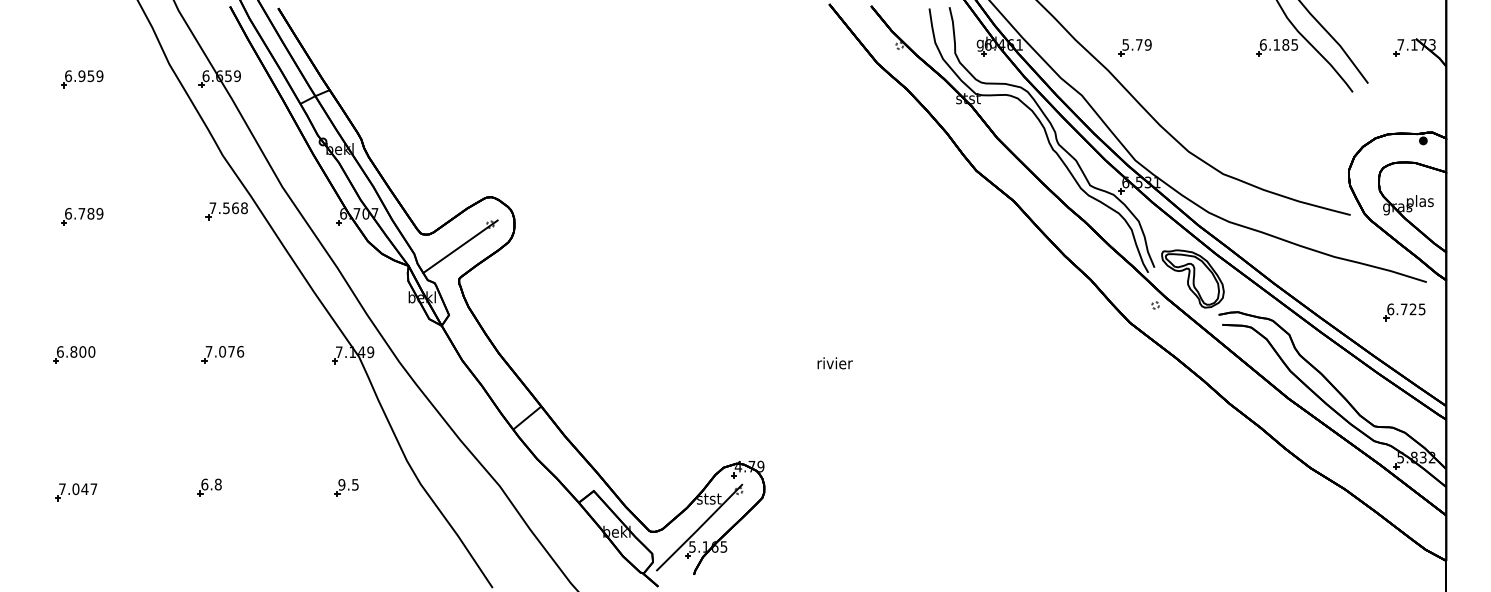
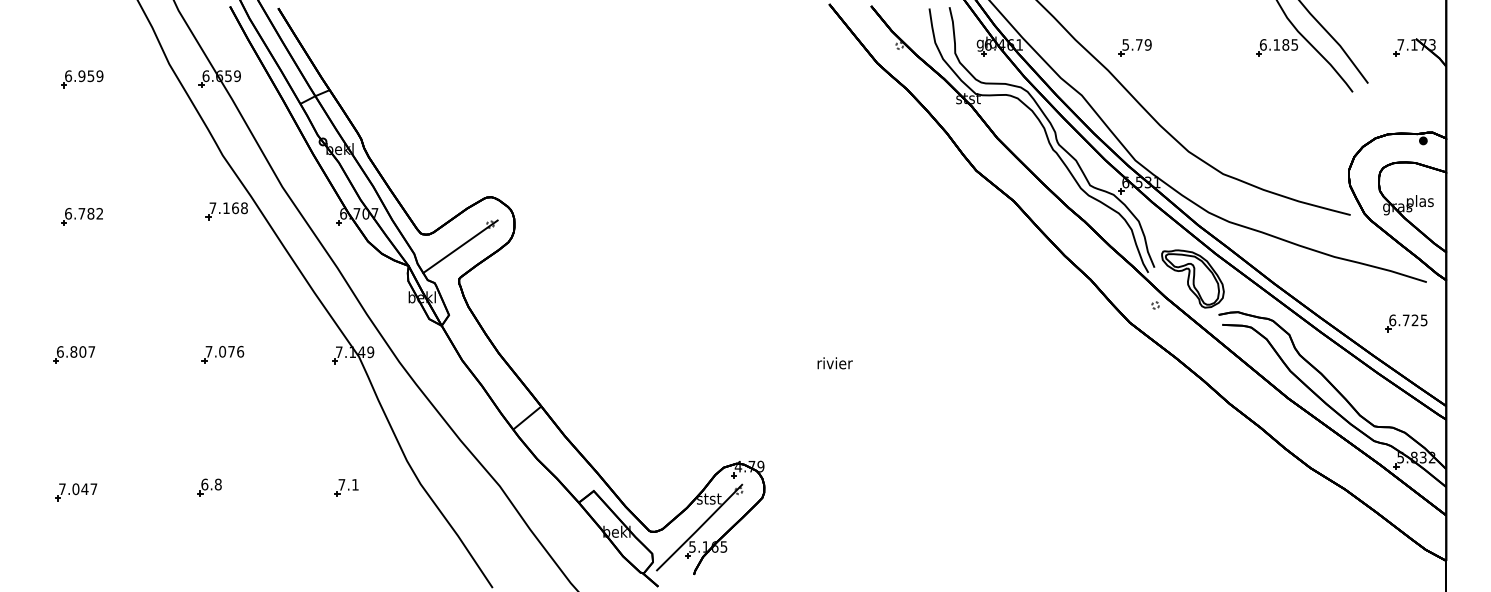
text at (226, 208): 7.568 -> 7.168
text at (99, 213): 6.789 -> 6.782
part at (1404, 312) position: (1404, 312) -> (1406, 323)
text at (91, 351): 6.800 -> 6.807
text at (348, 484): 9.5 -> 7.1
